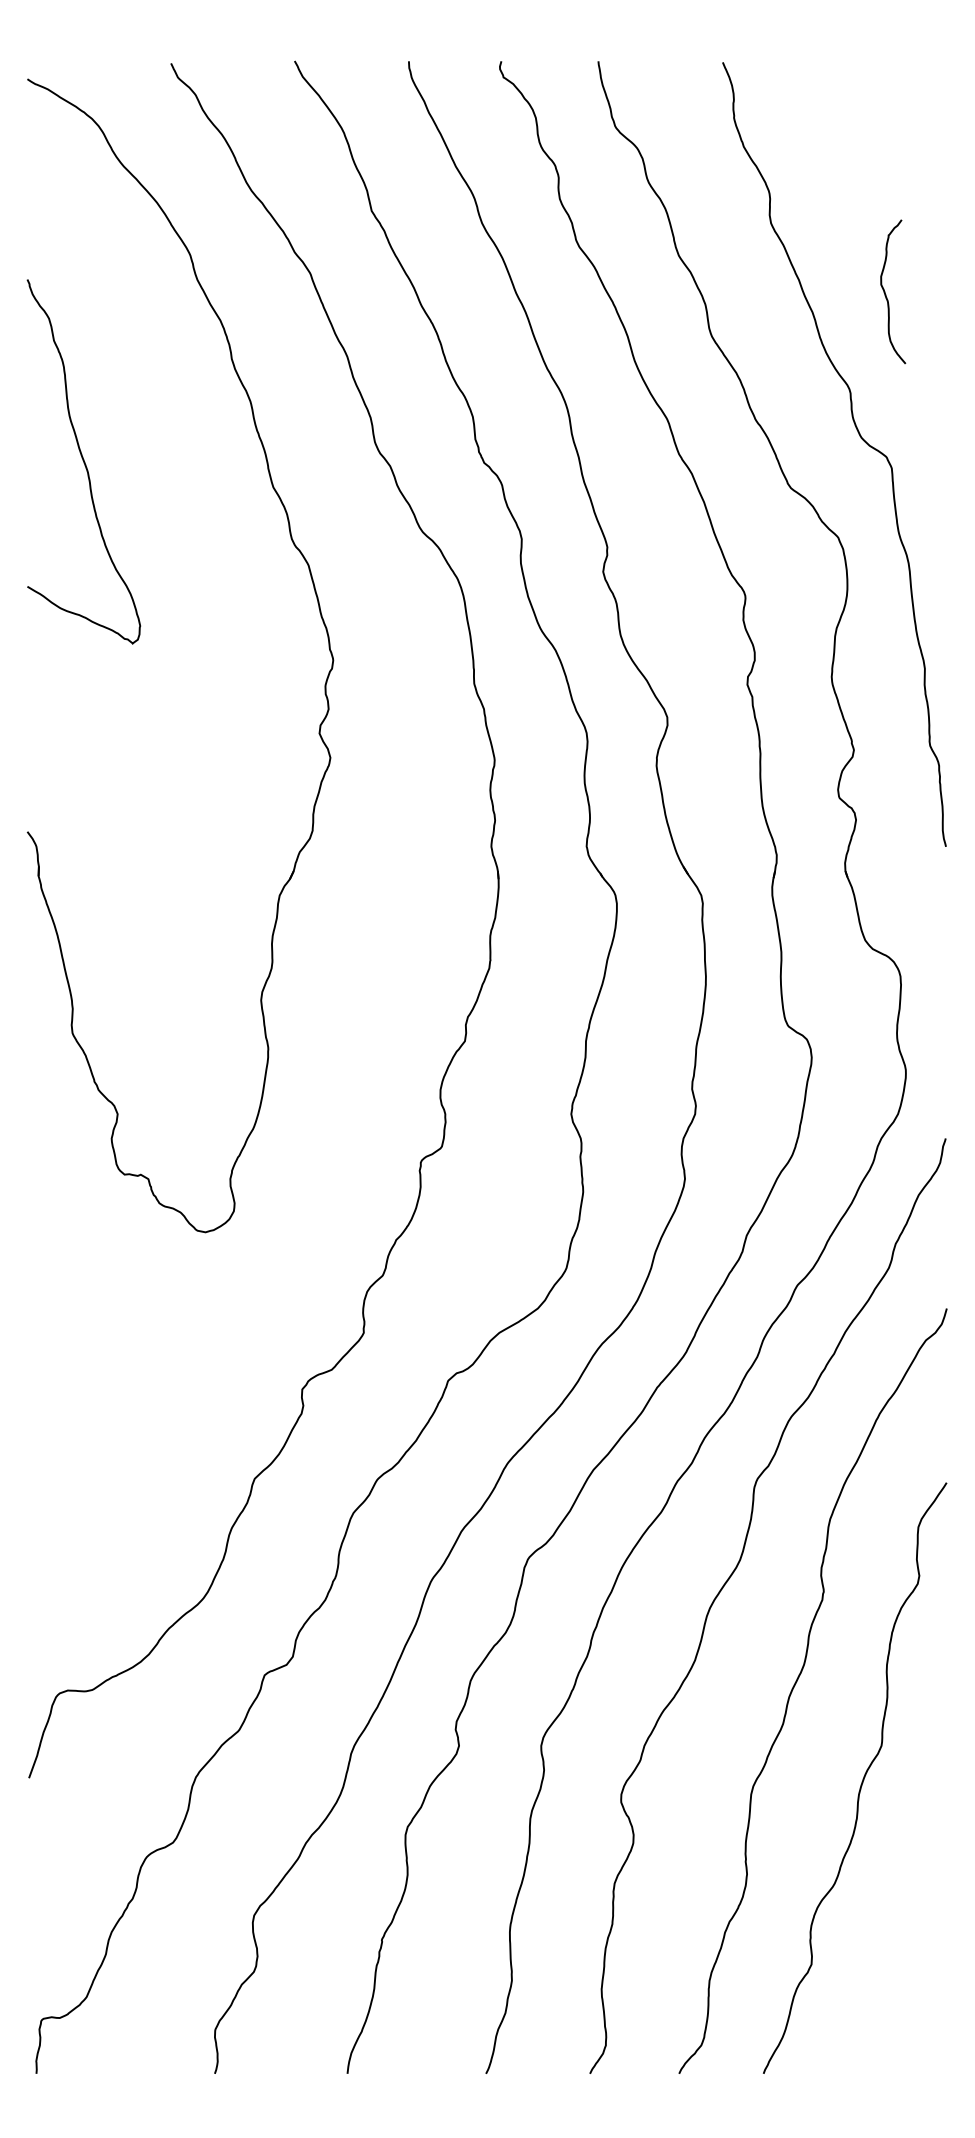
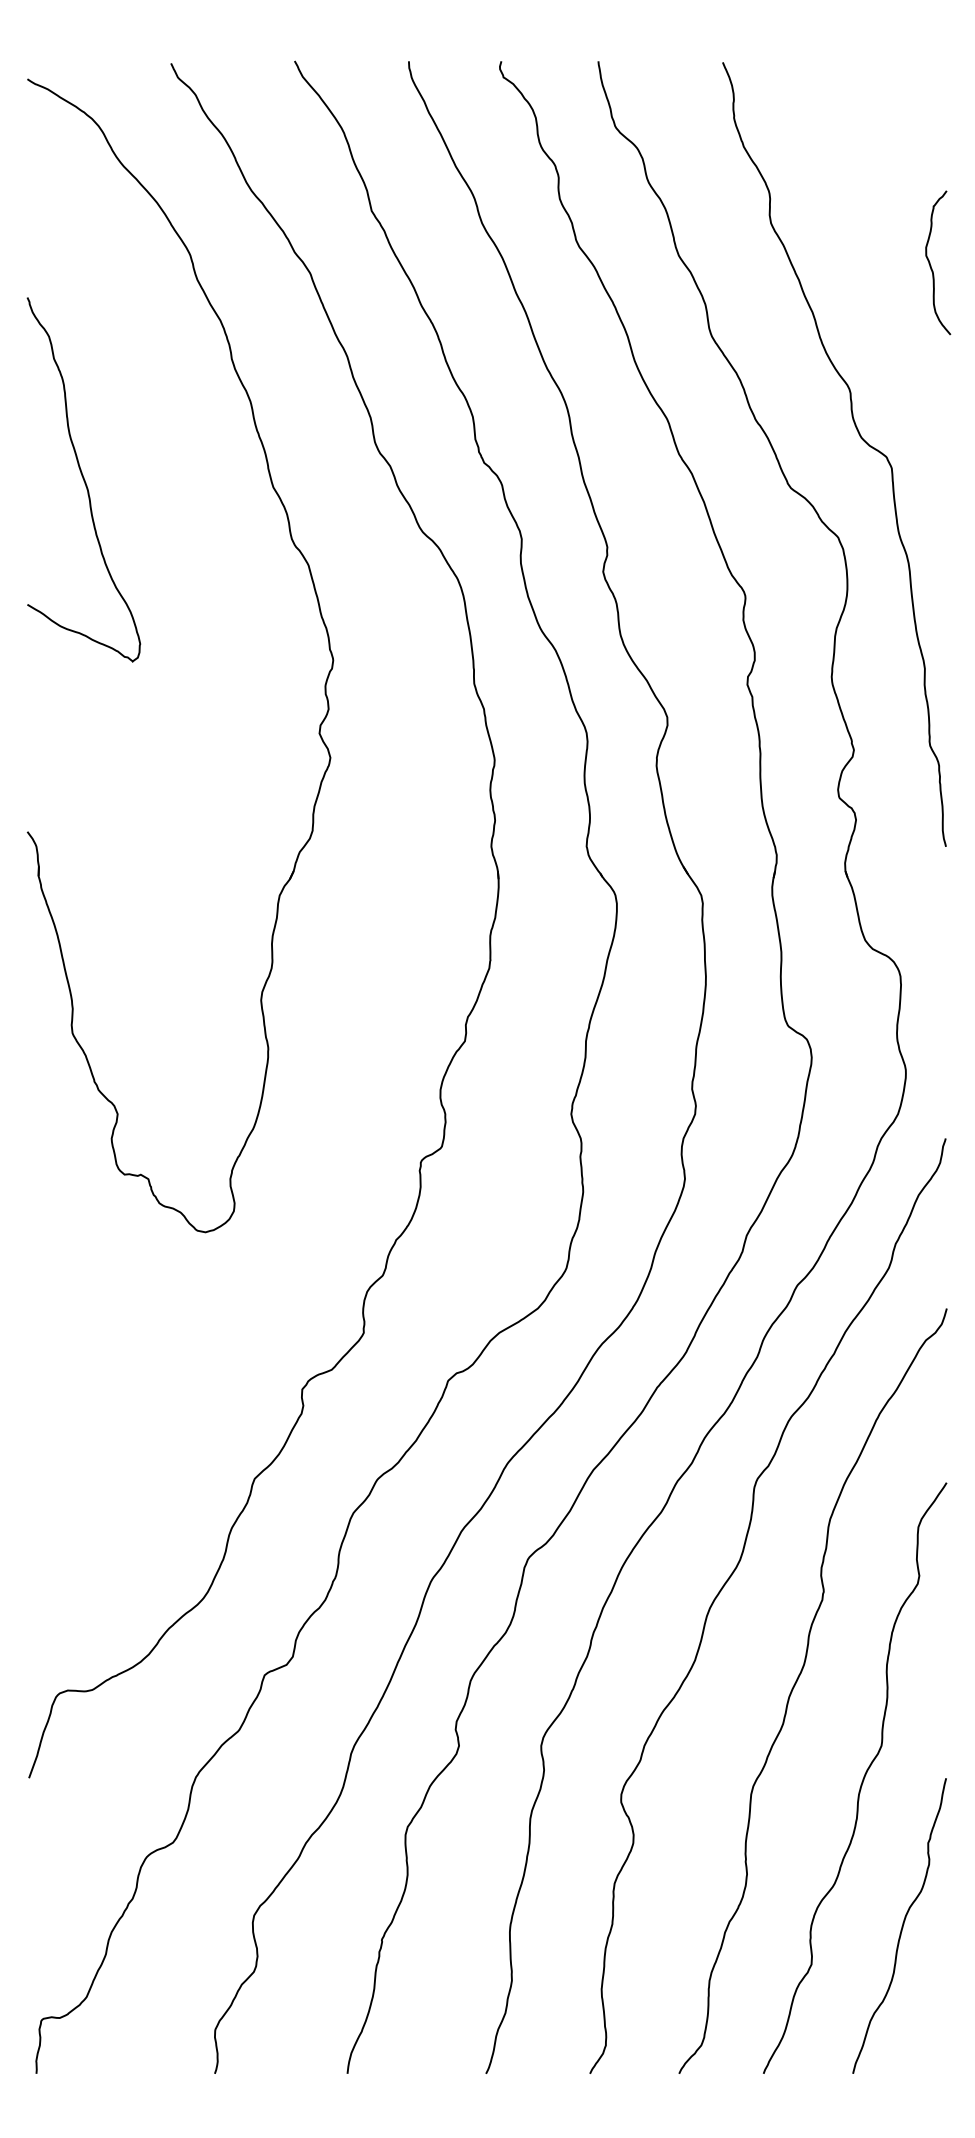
curve at (886, 294) position: (886, 294) -> (931, 265)
curve at (83, 461) position: (83, 461) -> (83, 479)
curve at (901, 1926): none -> present
